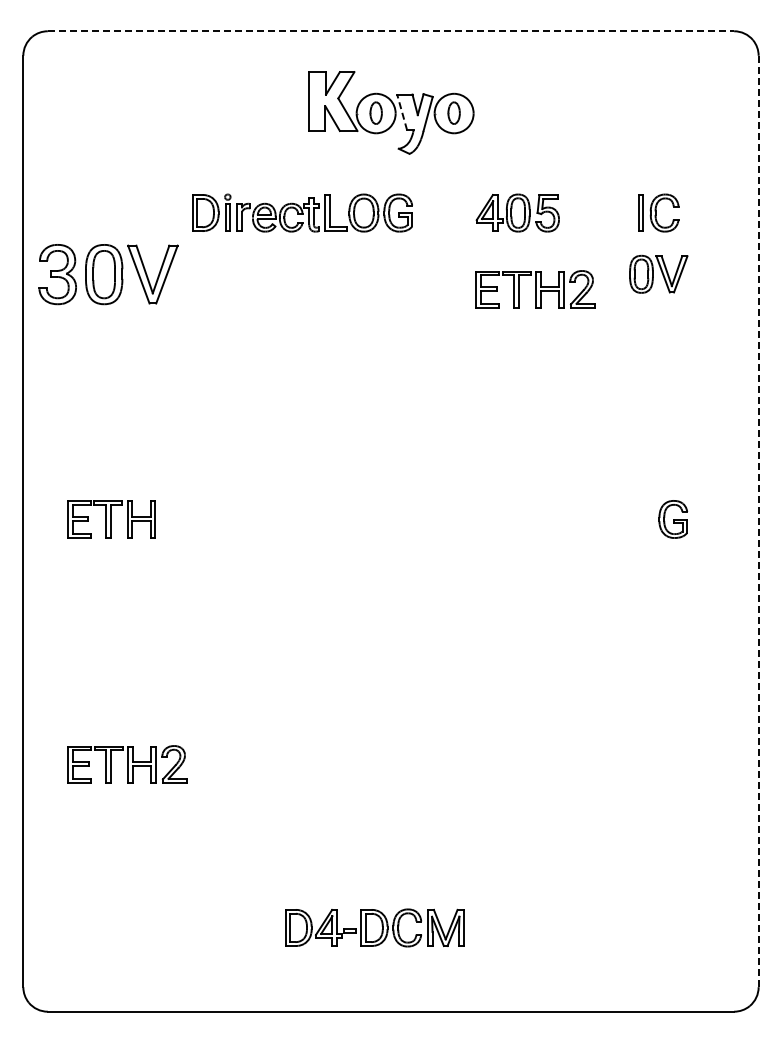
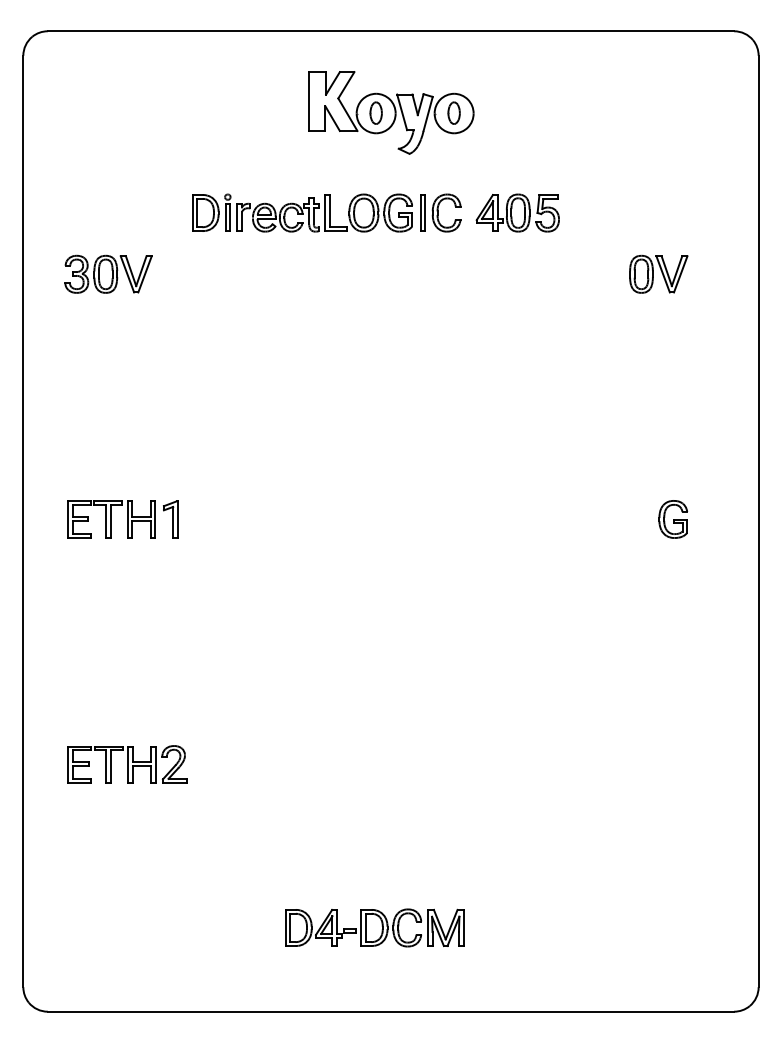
line at (391, 31): dashed -> solid
line at (402, 111): dashed -> solid
part at (658, 212) position: (658, 212) -> (440, 212)
part at (108, 274) size: 141x62 px -> 89x40 px
part at (535, 289): present -> none
part at (170, 519): none -> present
line at (758, 521): dashed -> solid
